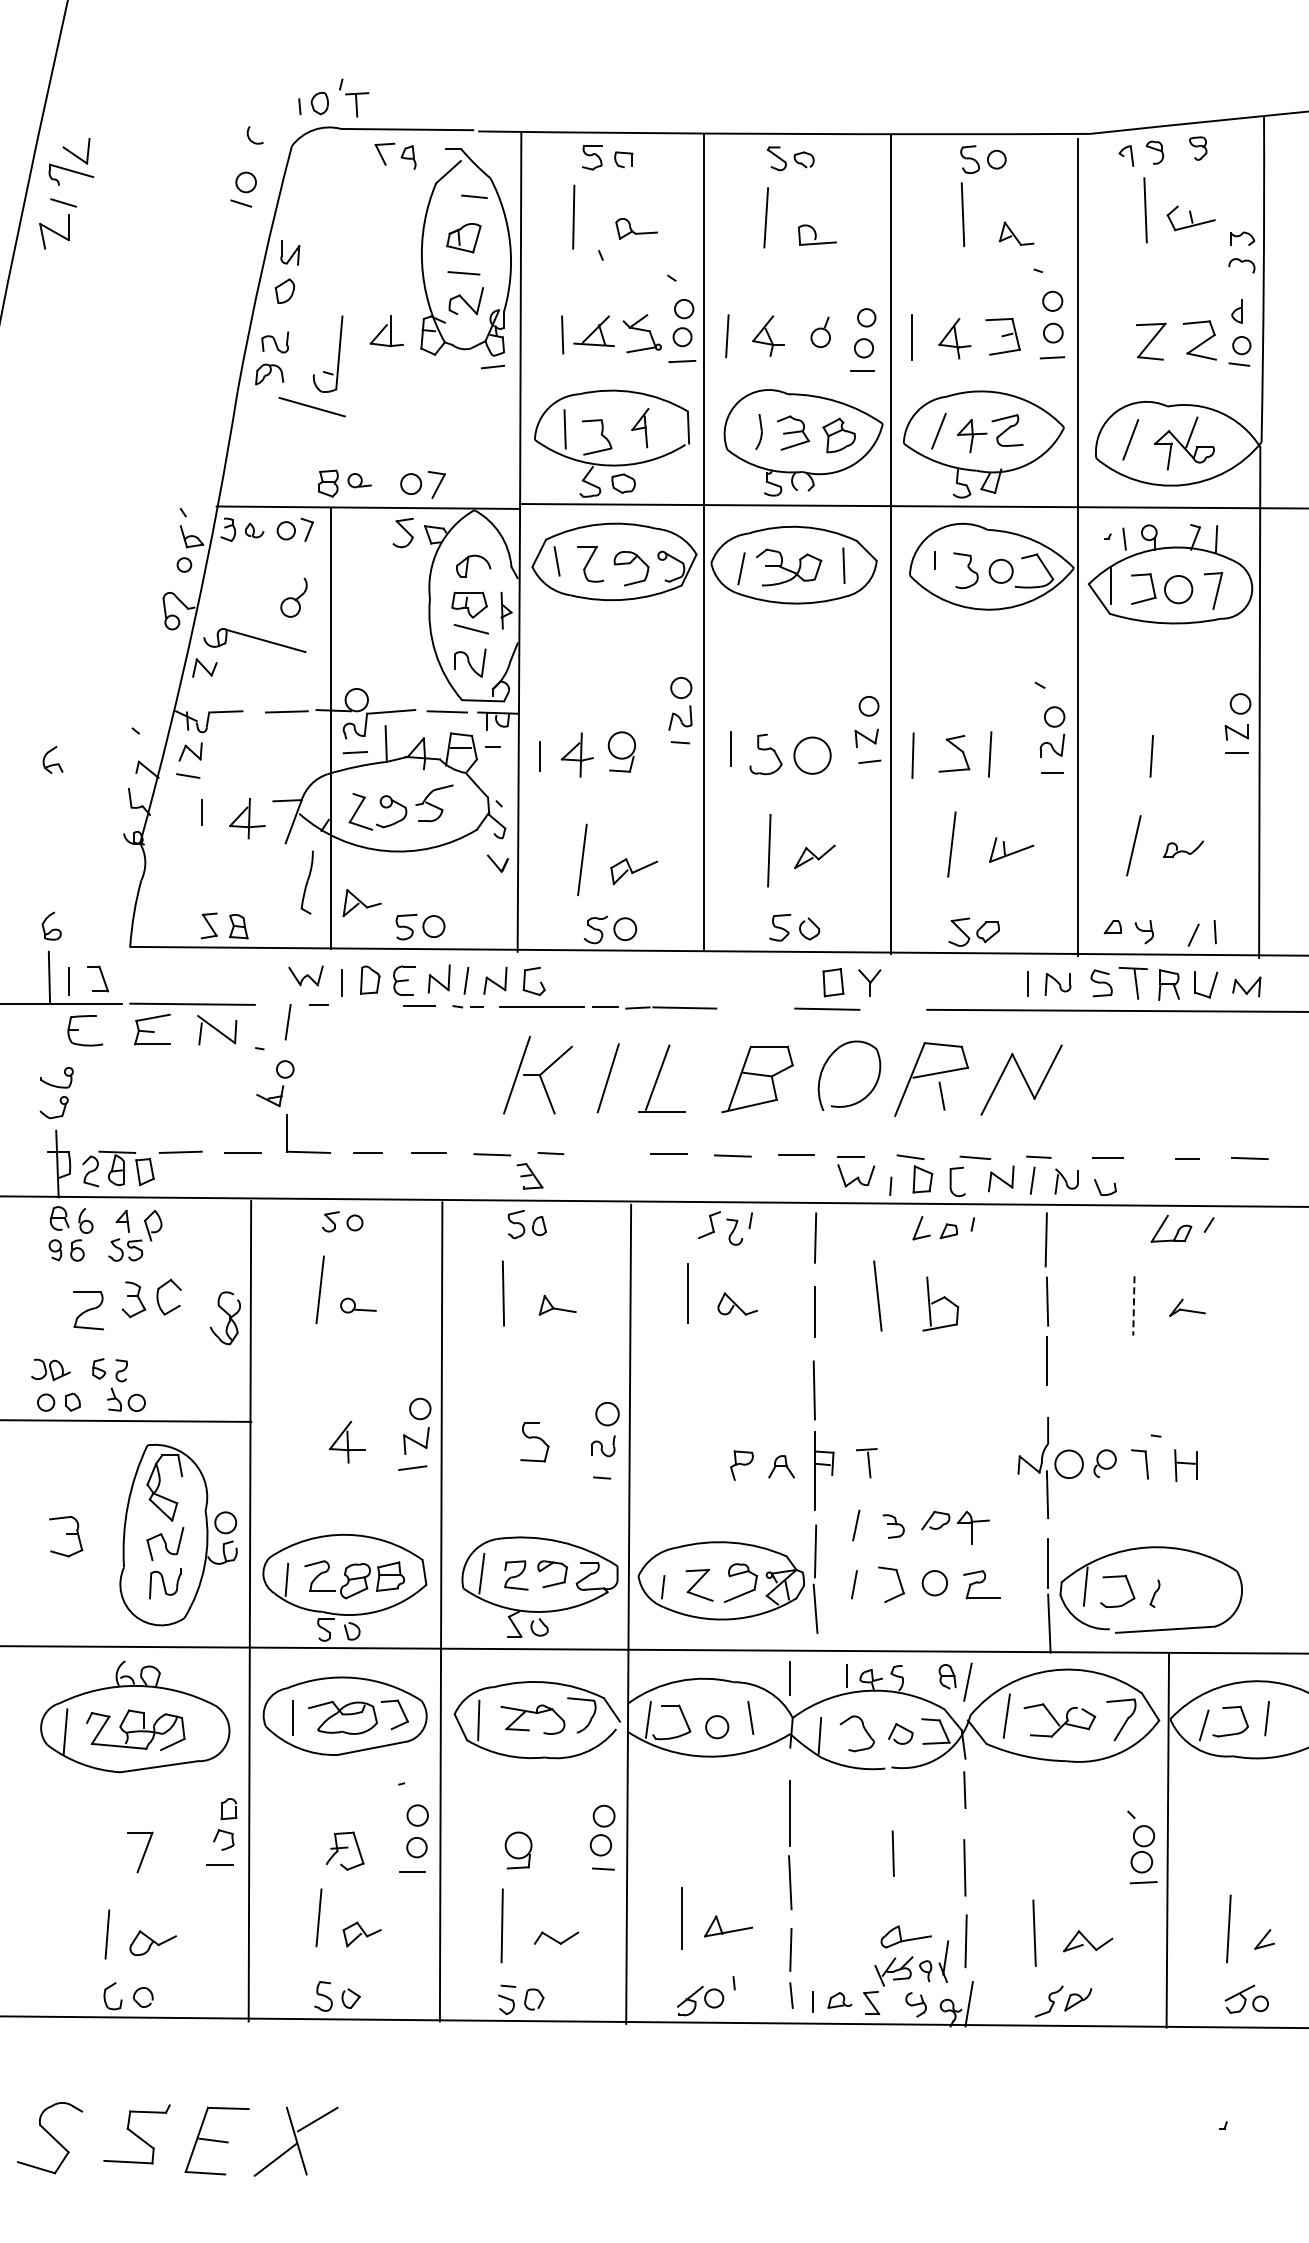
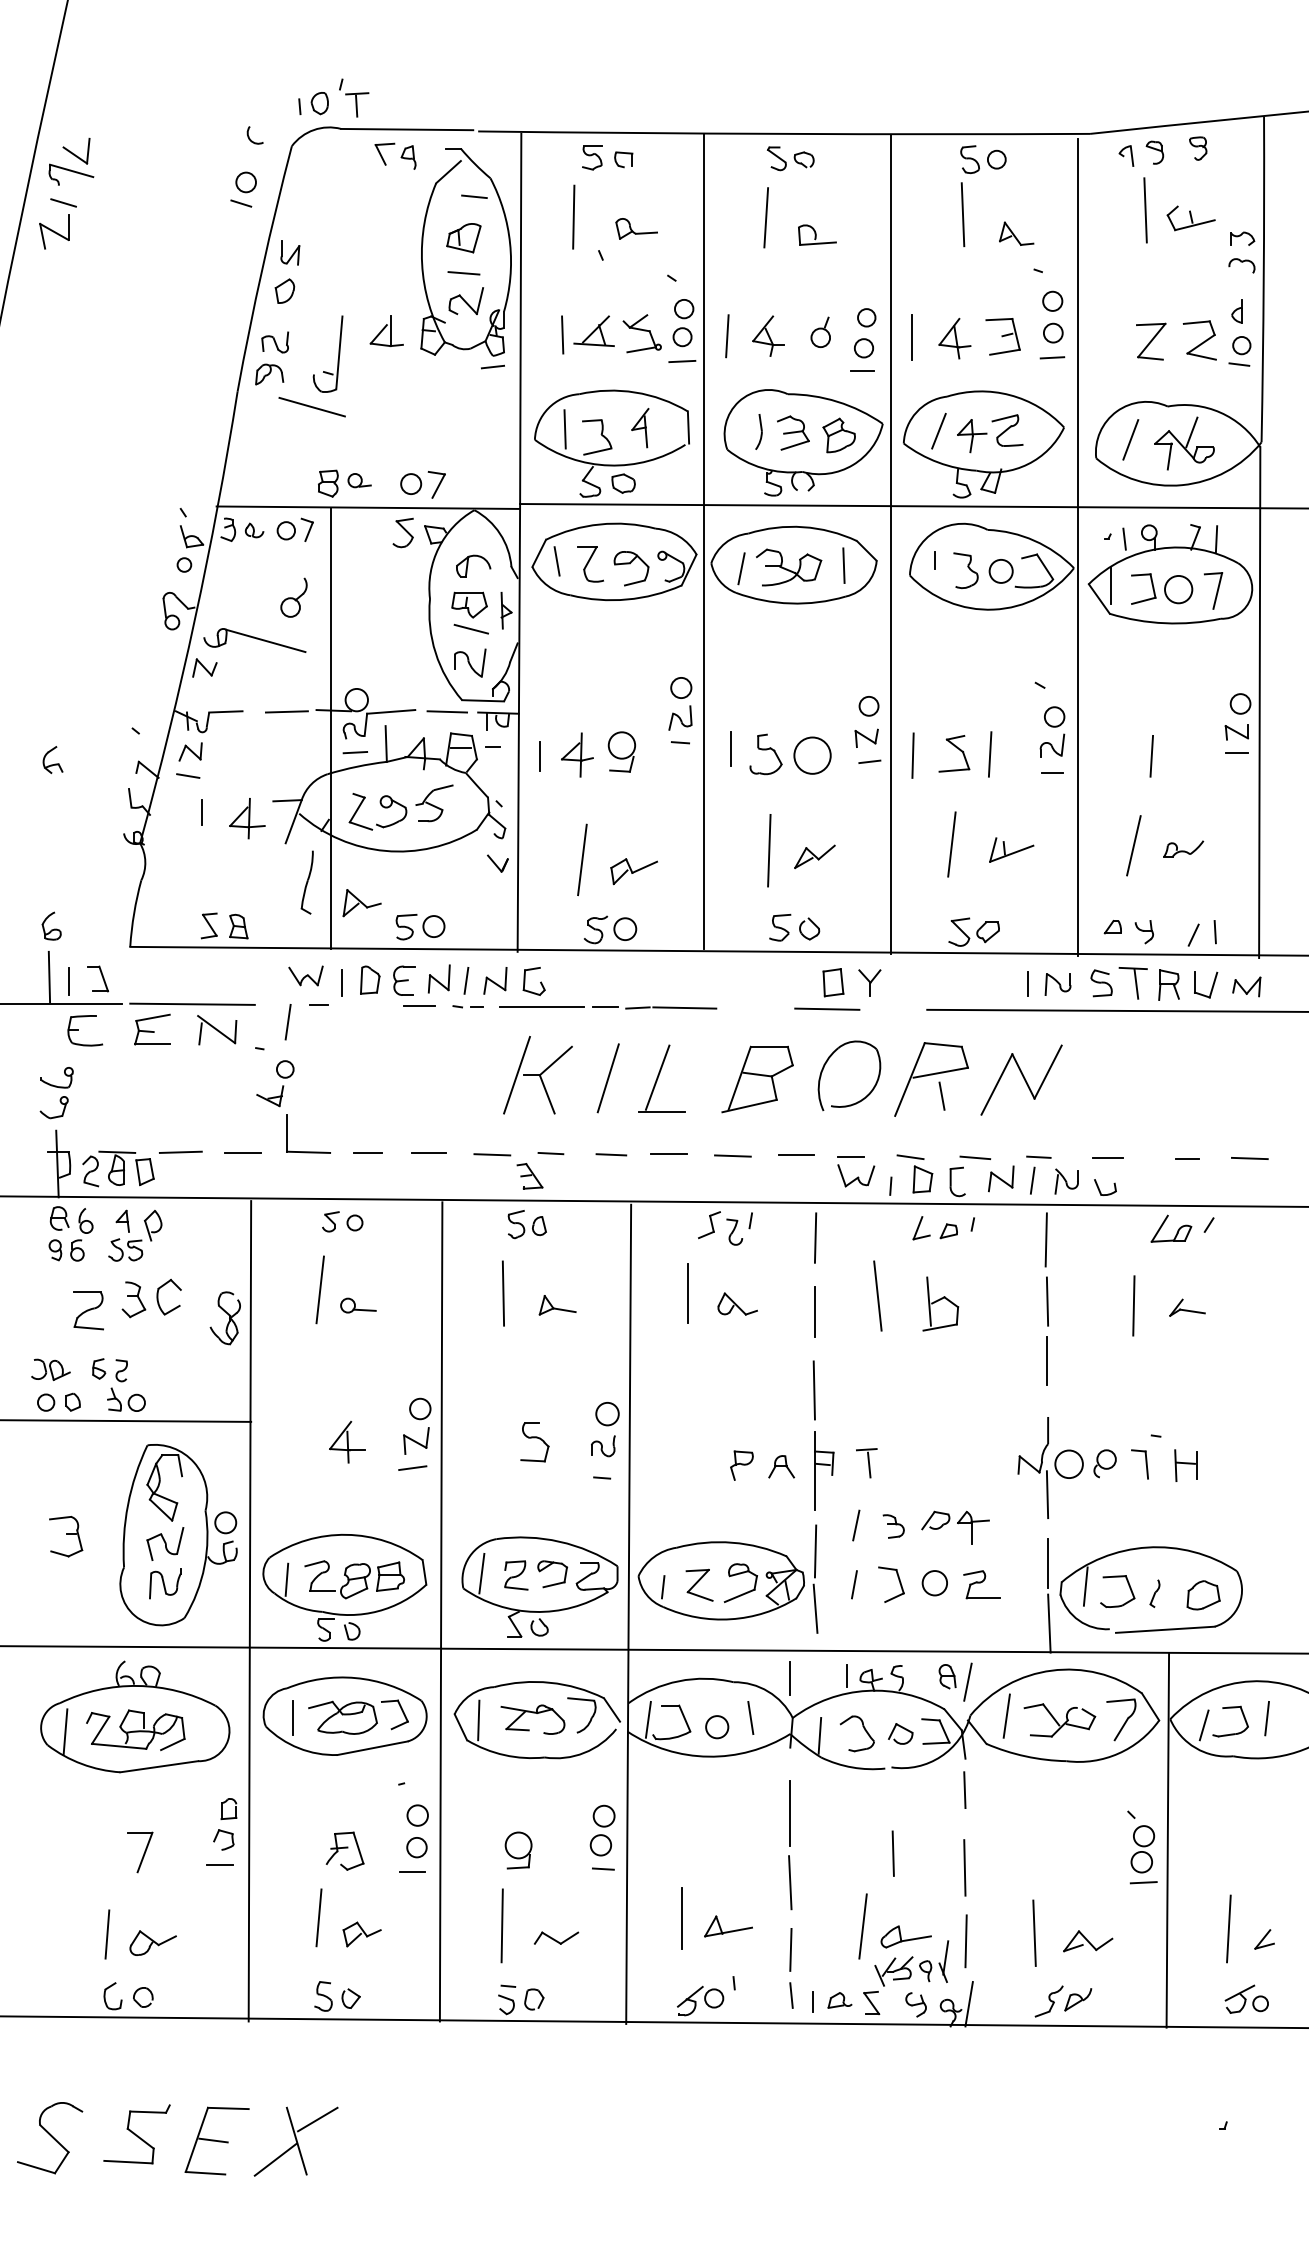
line at (611, 1154): none -> present
line at (1133, 1305): dashed -> solid
part at (1203, 1595): none -> present
line at (862, 1926): none -> present
